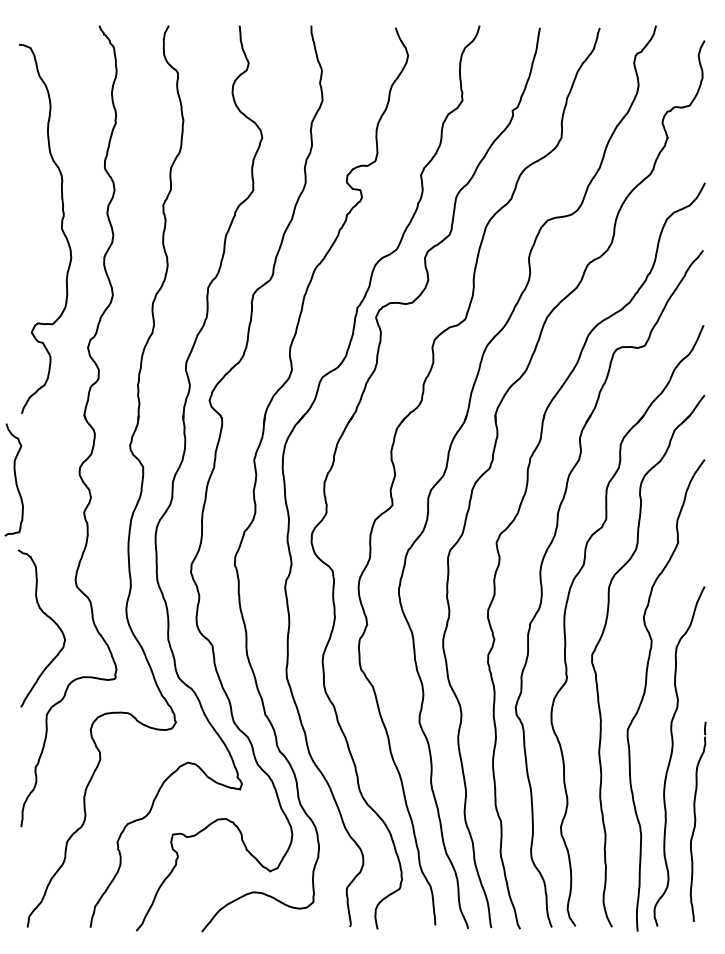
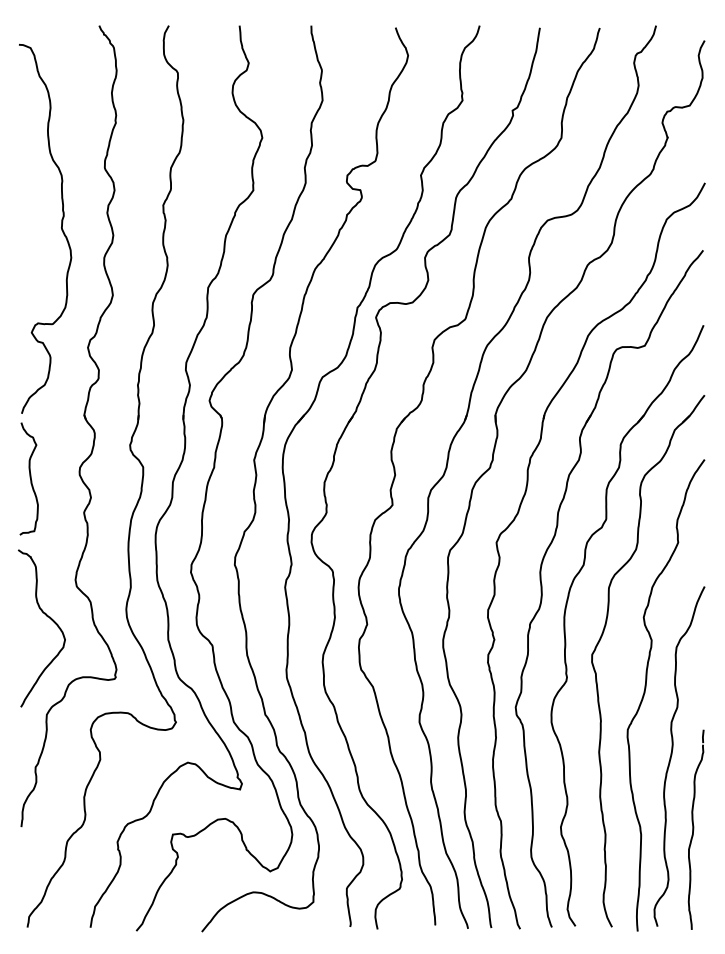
curve at (14, 478) position: (14, 478) -> (29, 477)
part at (697, 821) position: (697, 821) -> (695, 829)
